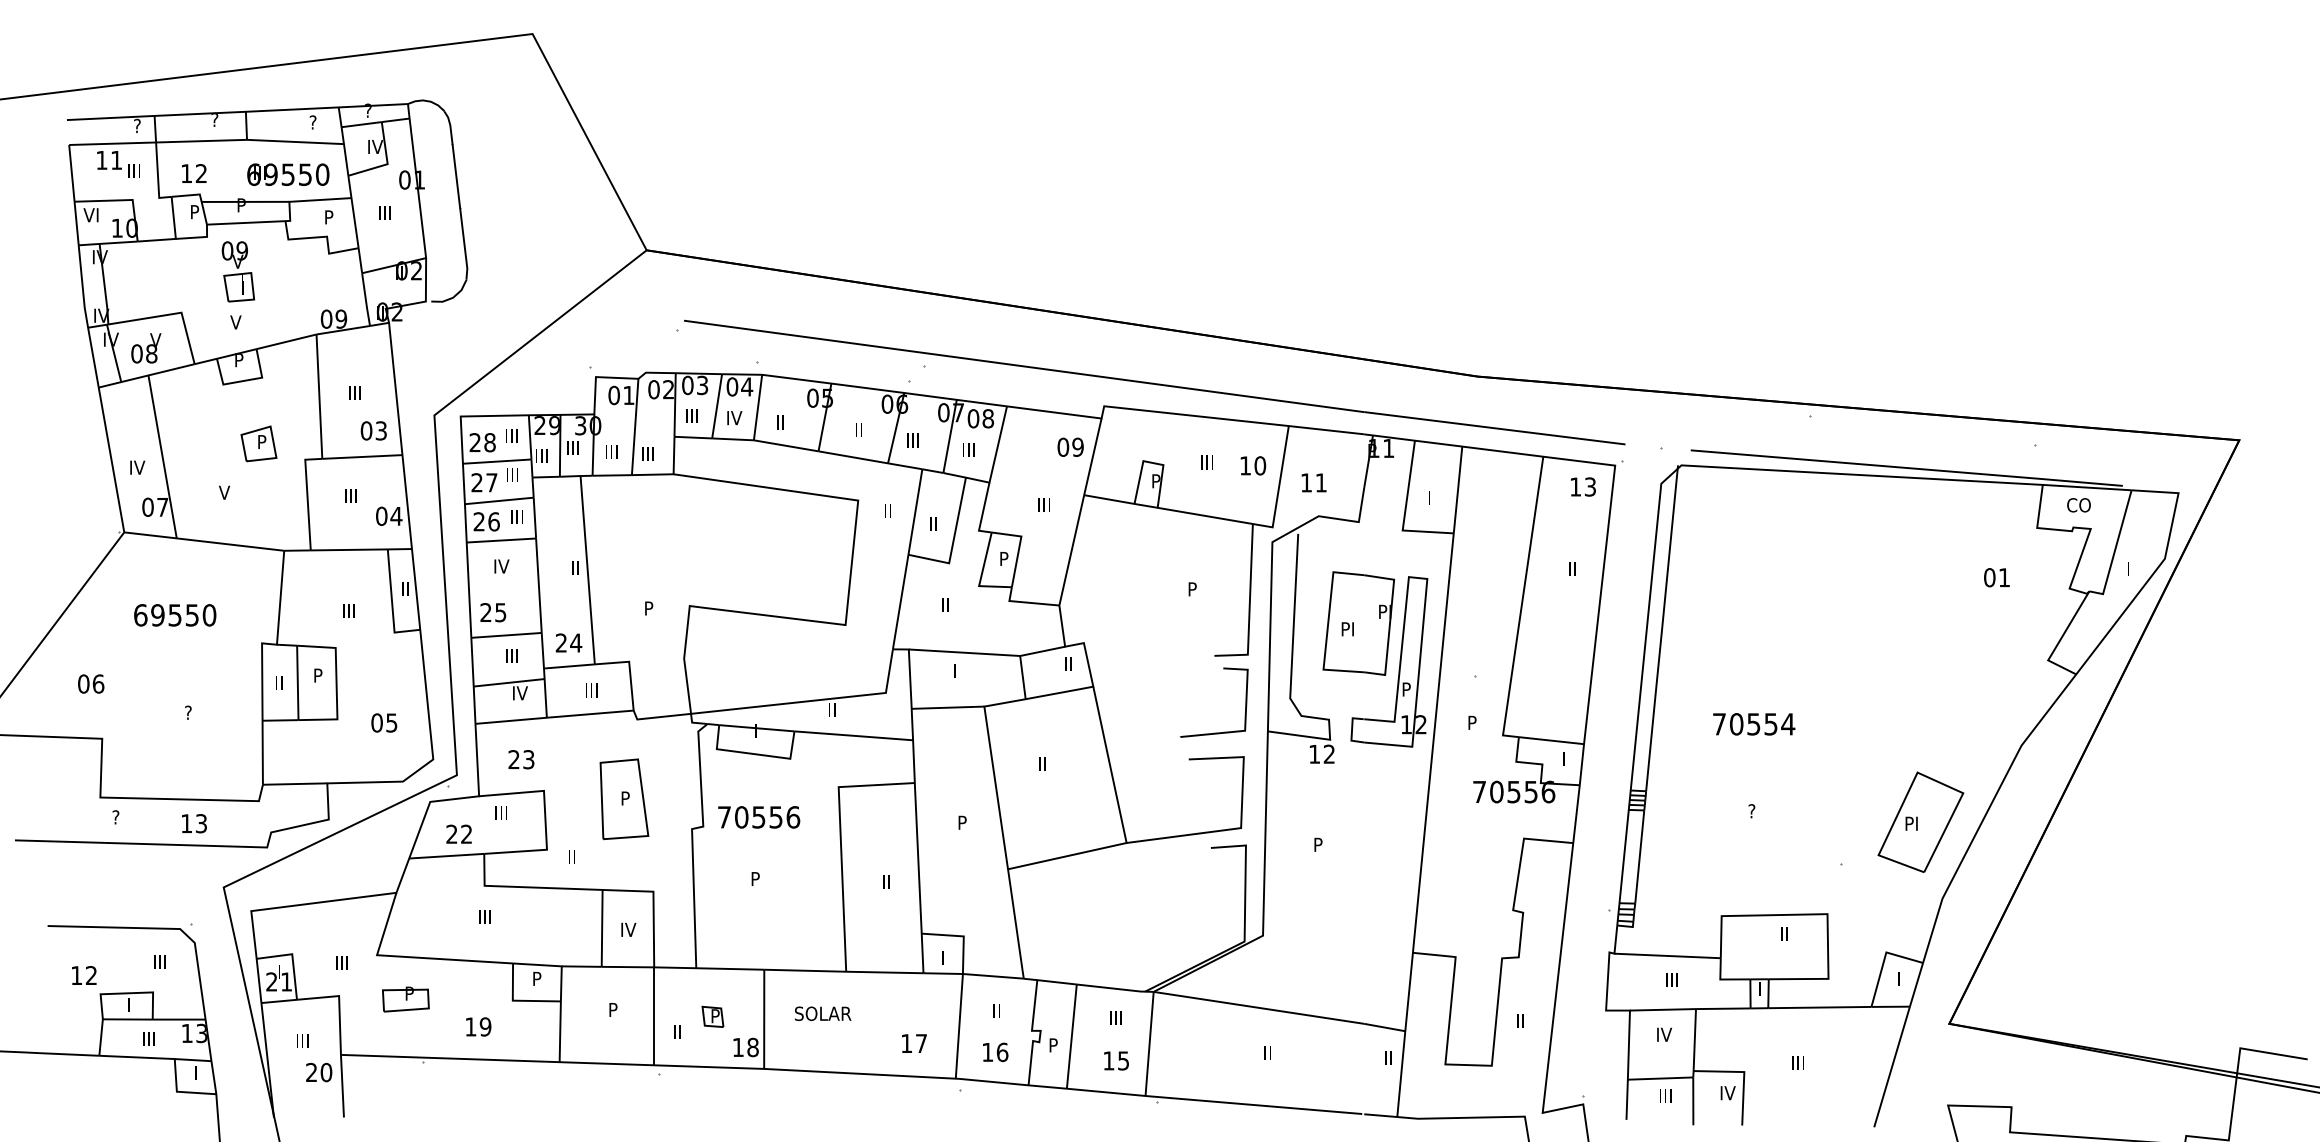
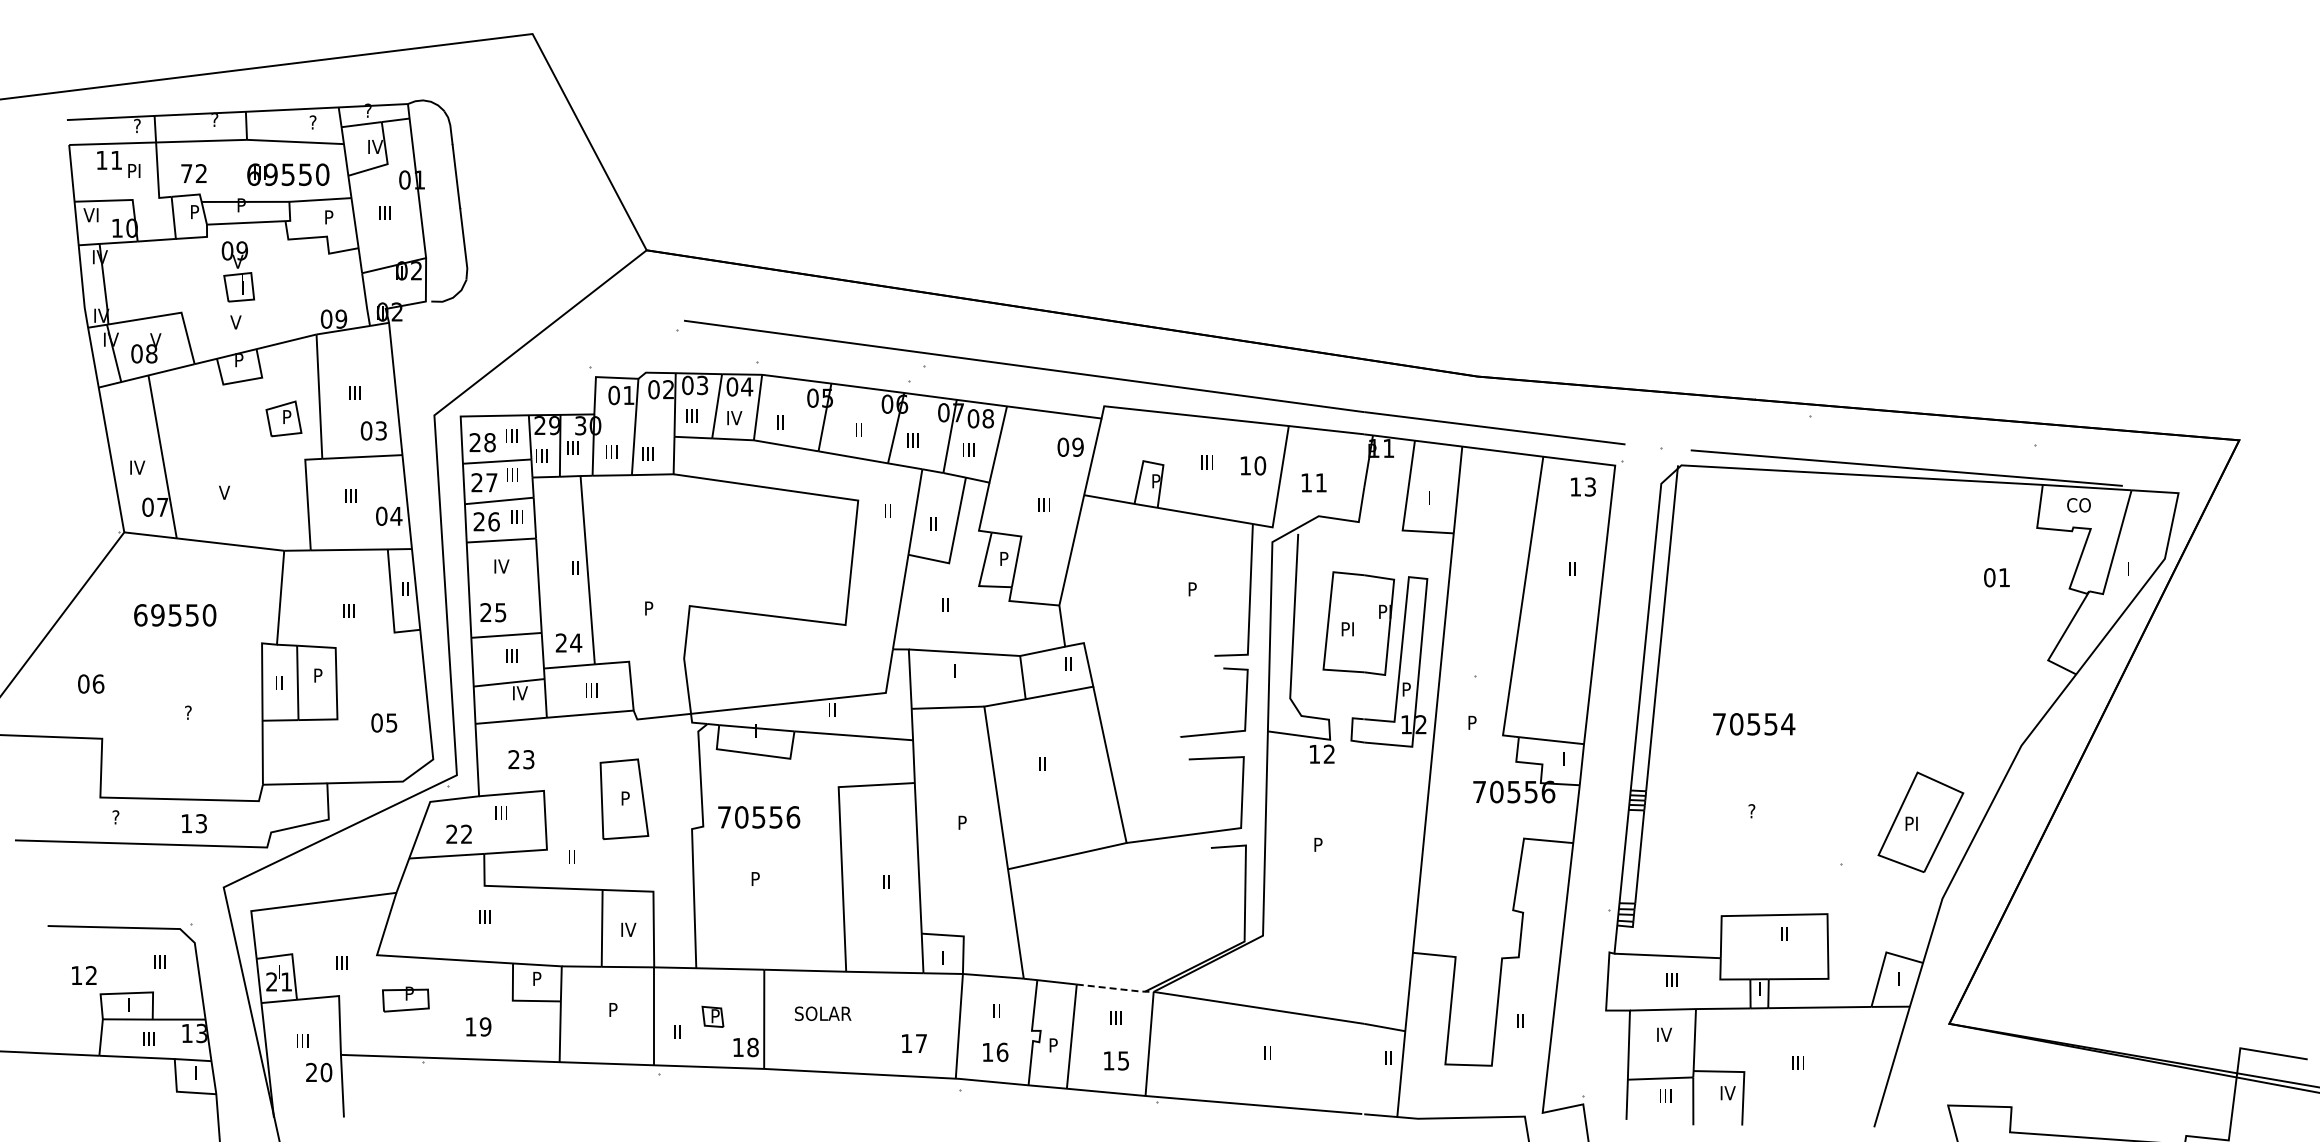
text at (134, 170): III -> PI
text at (186, 173): 12 -> 72
part at (258, 443) position: (258, 443) -> (283, 418)
line at (1116, 988): solid -> dashed
